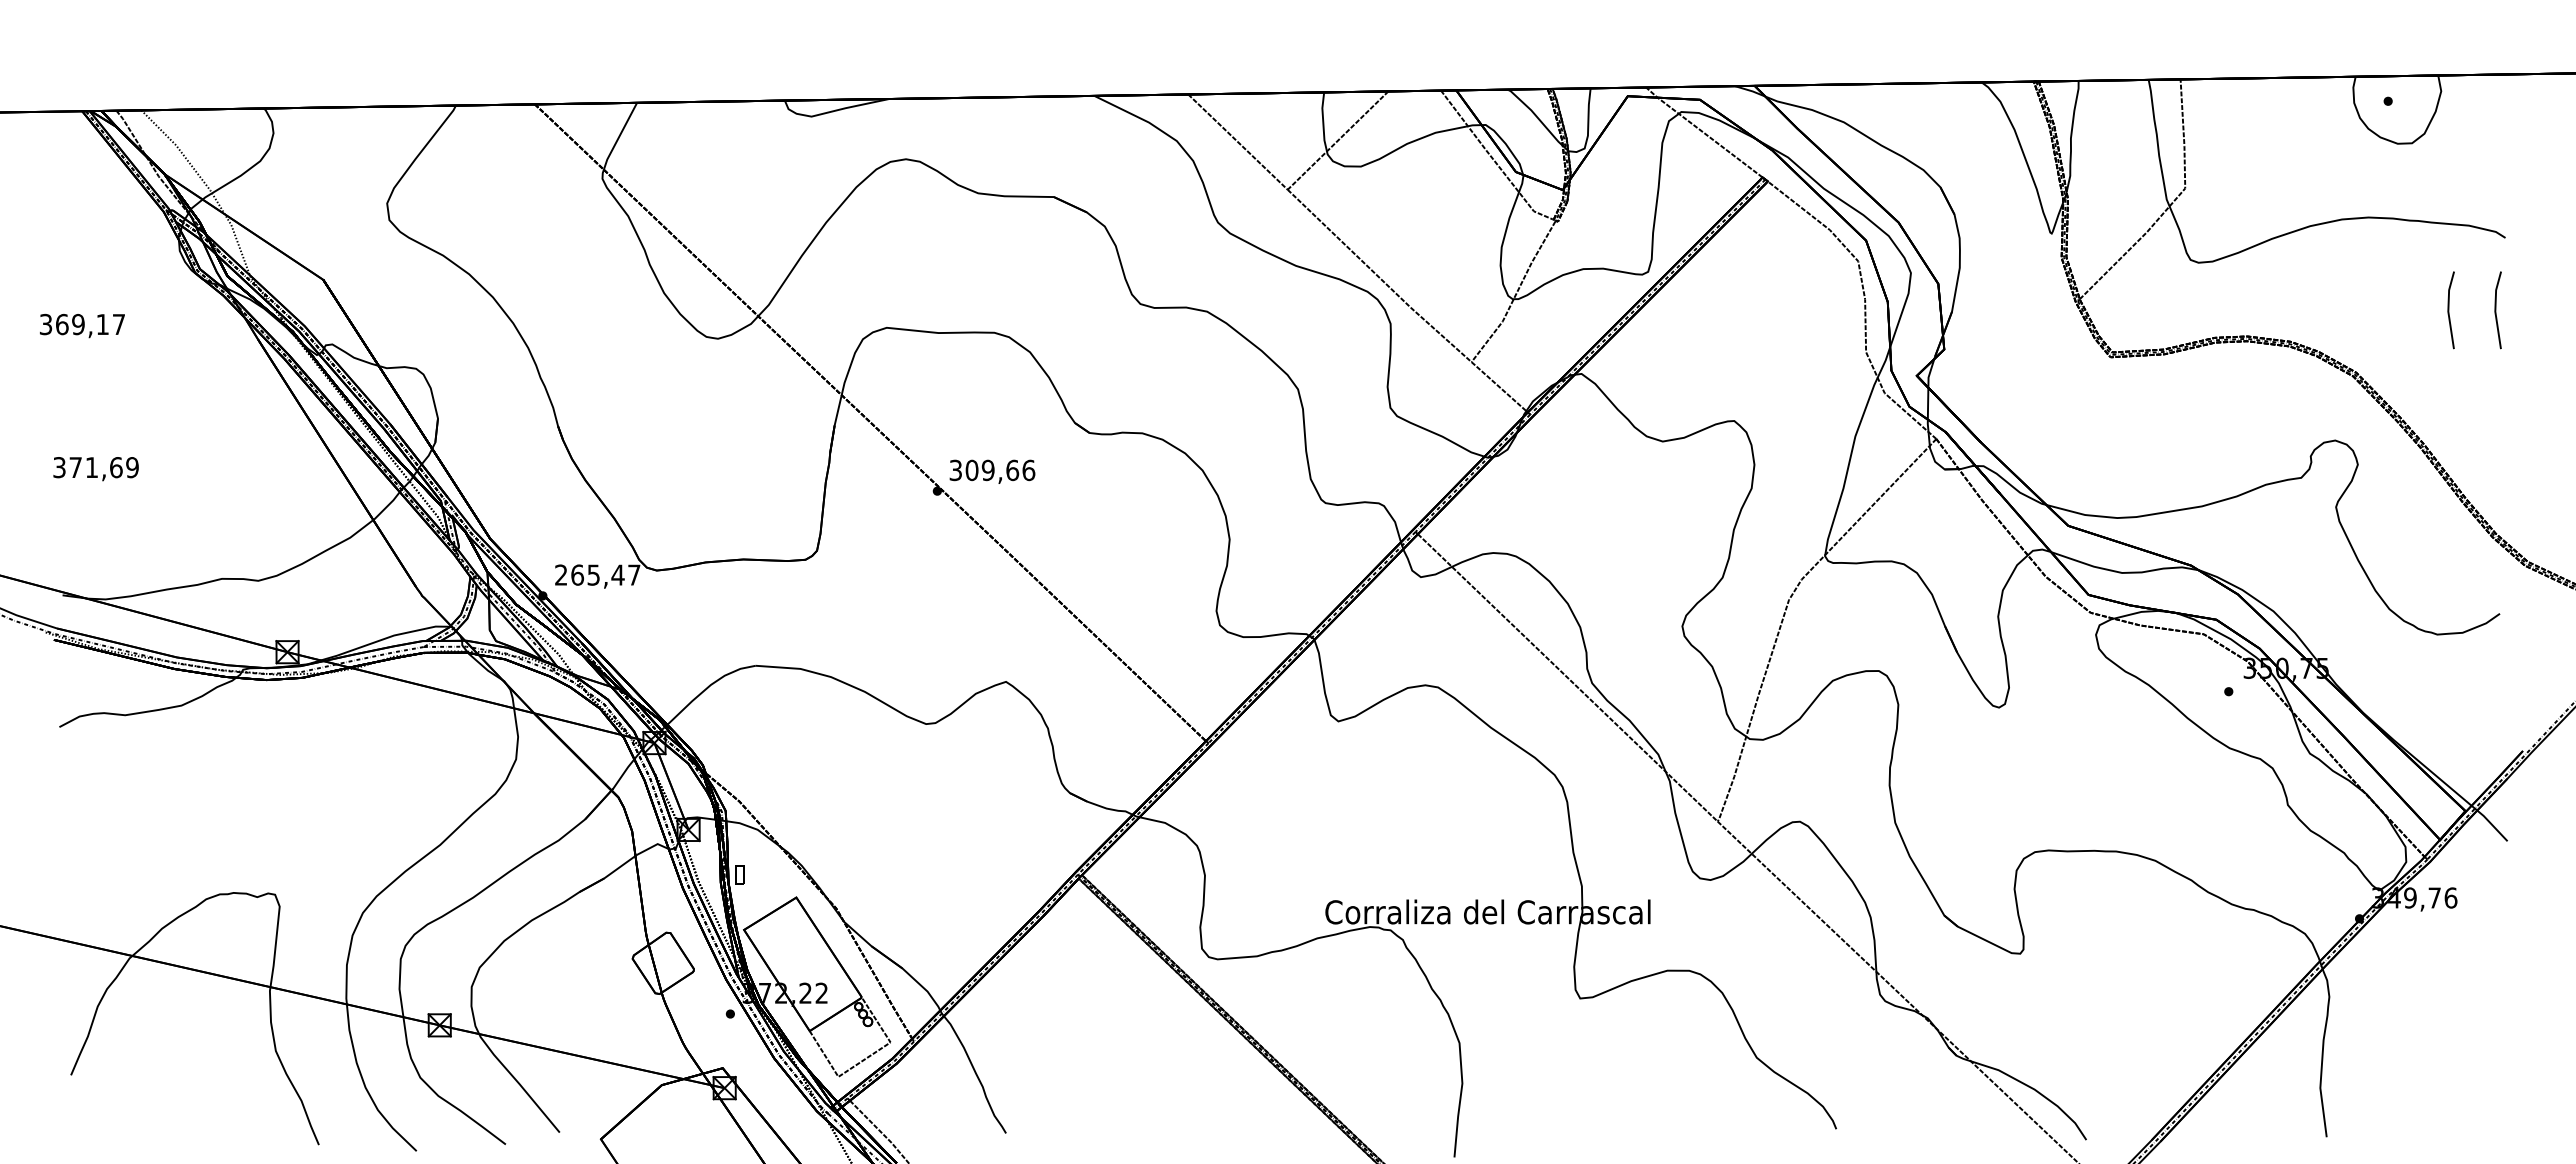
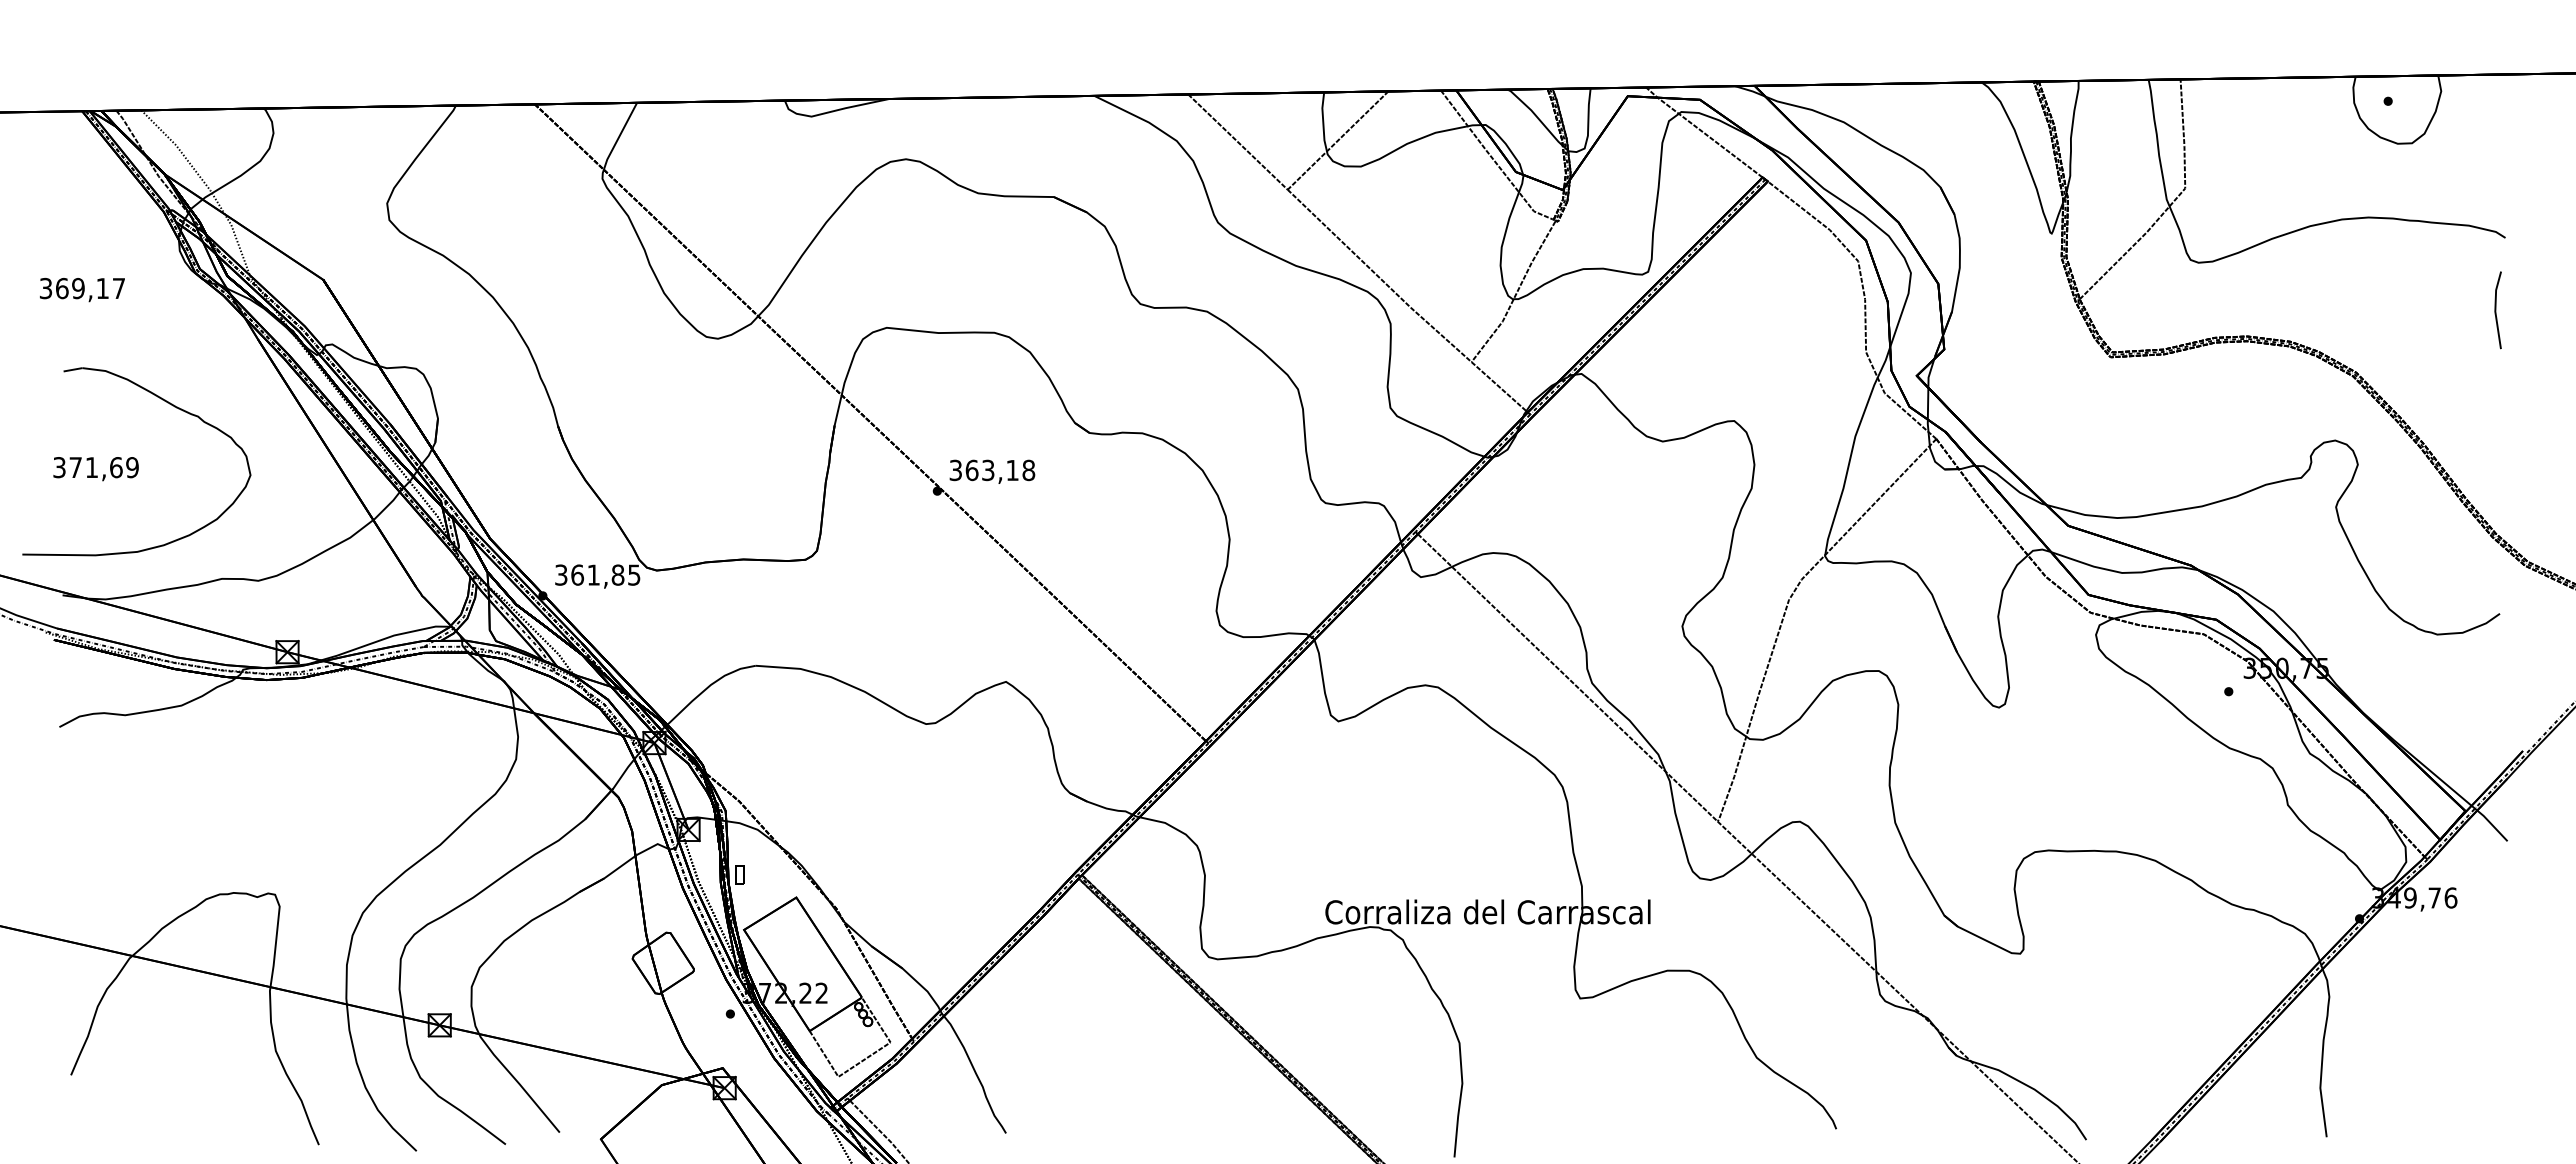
line at (2449, 310): present -> none
text at (82, 325) position: (82, 325) -> (82, 289)
part at (167, 403): none -> present
text at (1000, 470): 309,66 -> 363,18
text at (597, 574): 265,47 -> 361,85
